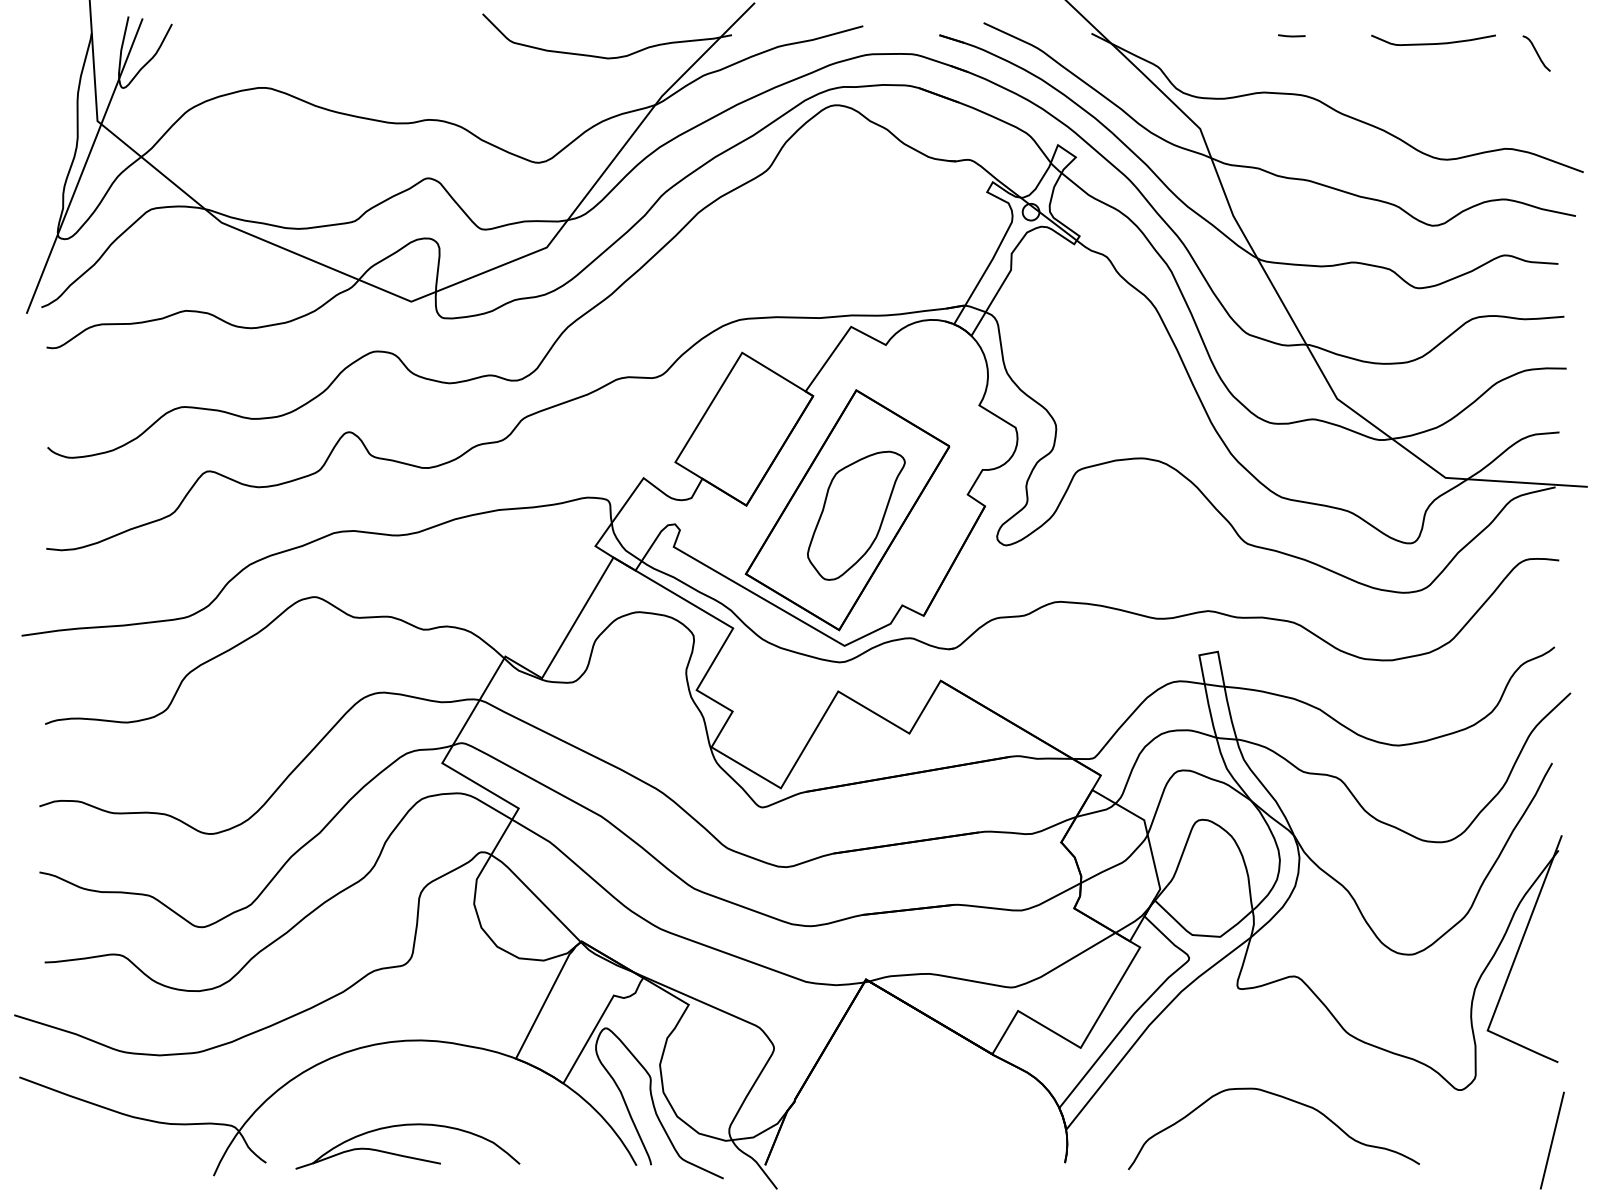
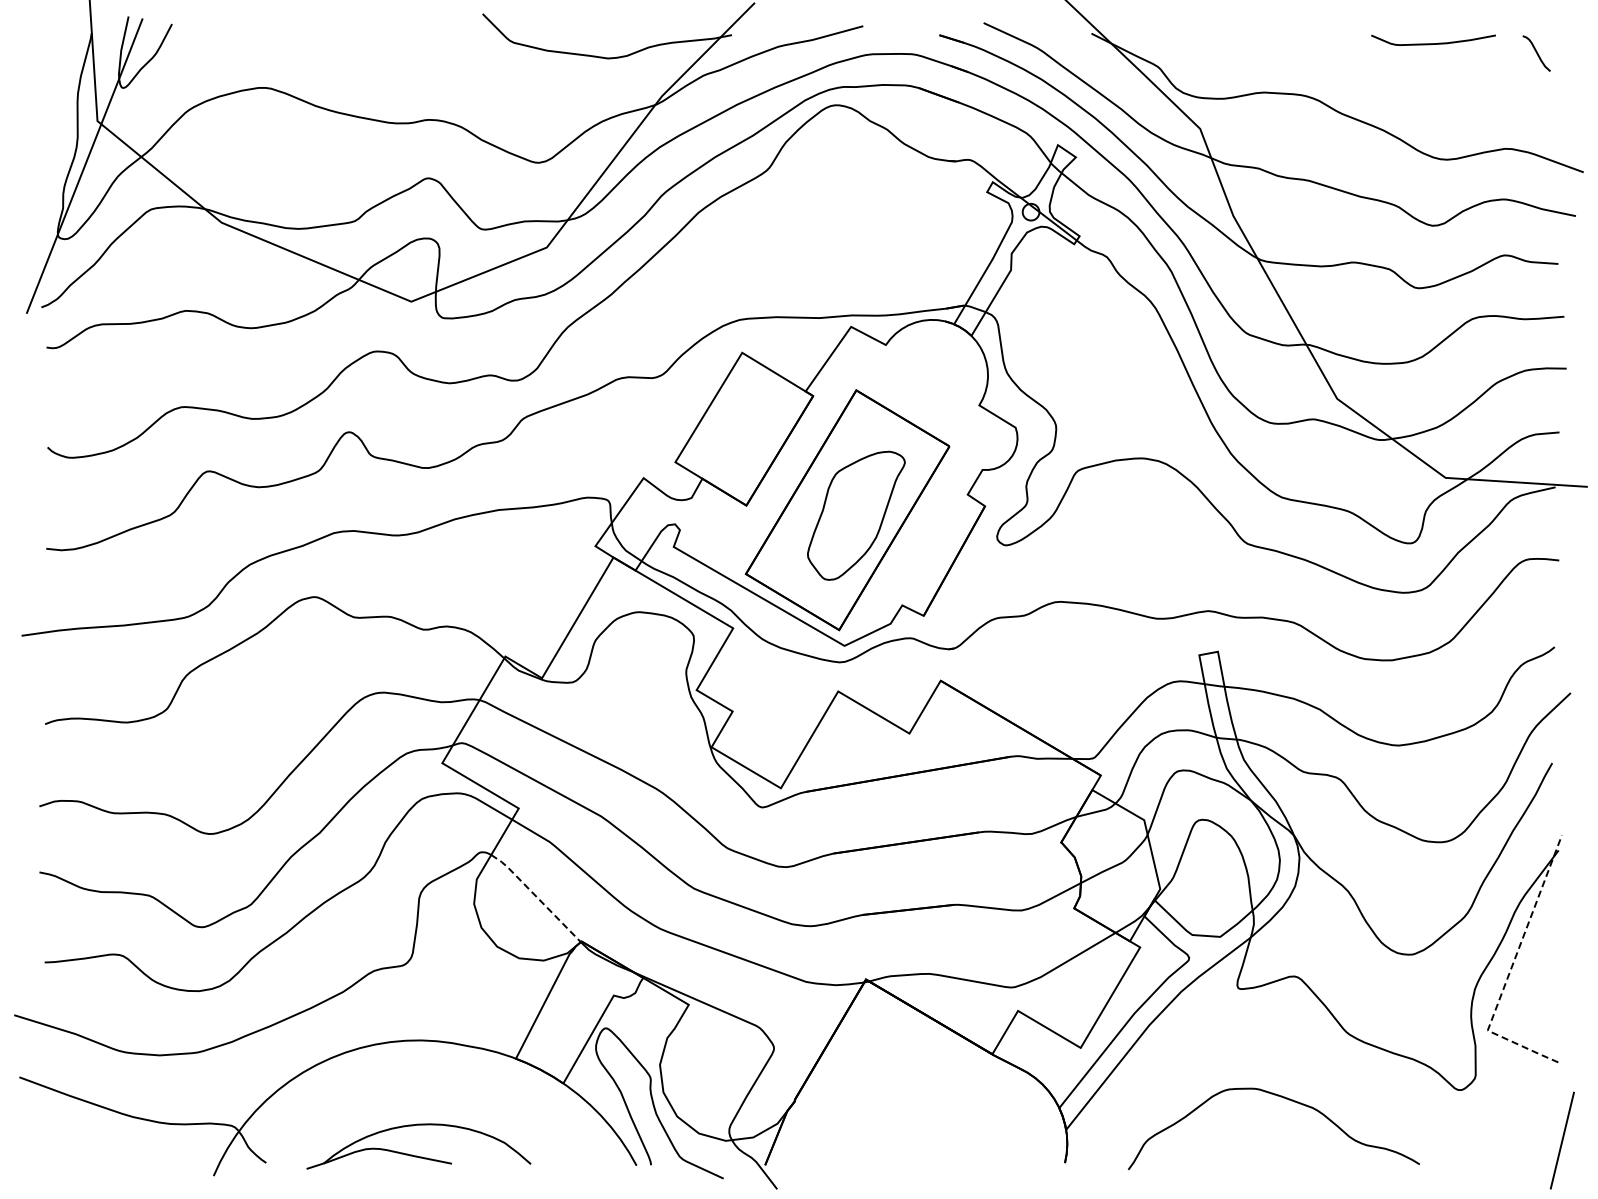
line at (1291, 35): present -> none
line at (536, 896): solid -> dashed
line at (1510, 969): solid -> dashed
line at (1551, 1140) position: (1551, 1140) -> (1561, 1140)
part at (406, 1155) position: (406, 1155) -> (417, 1155)
